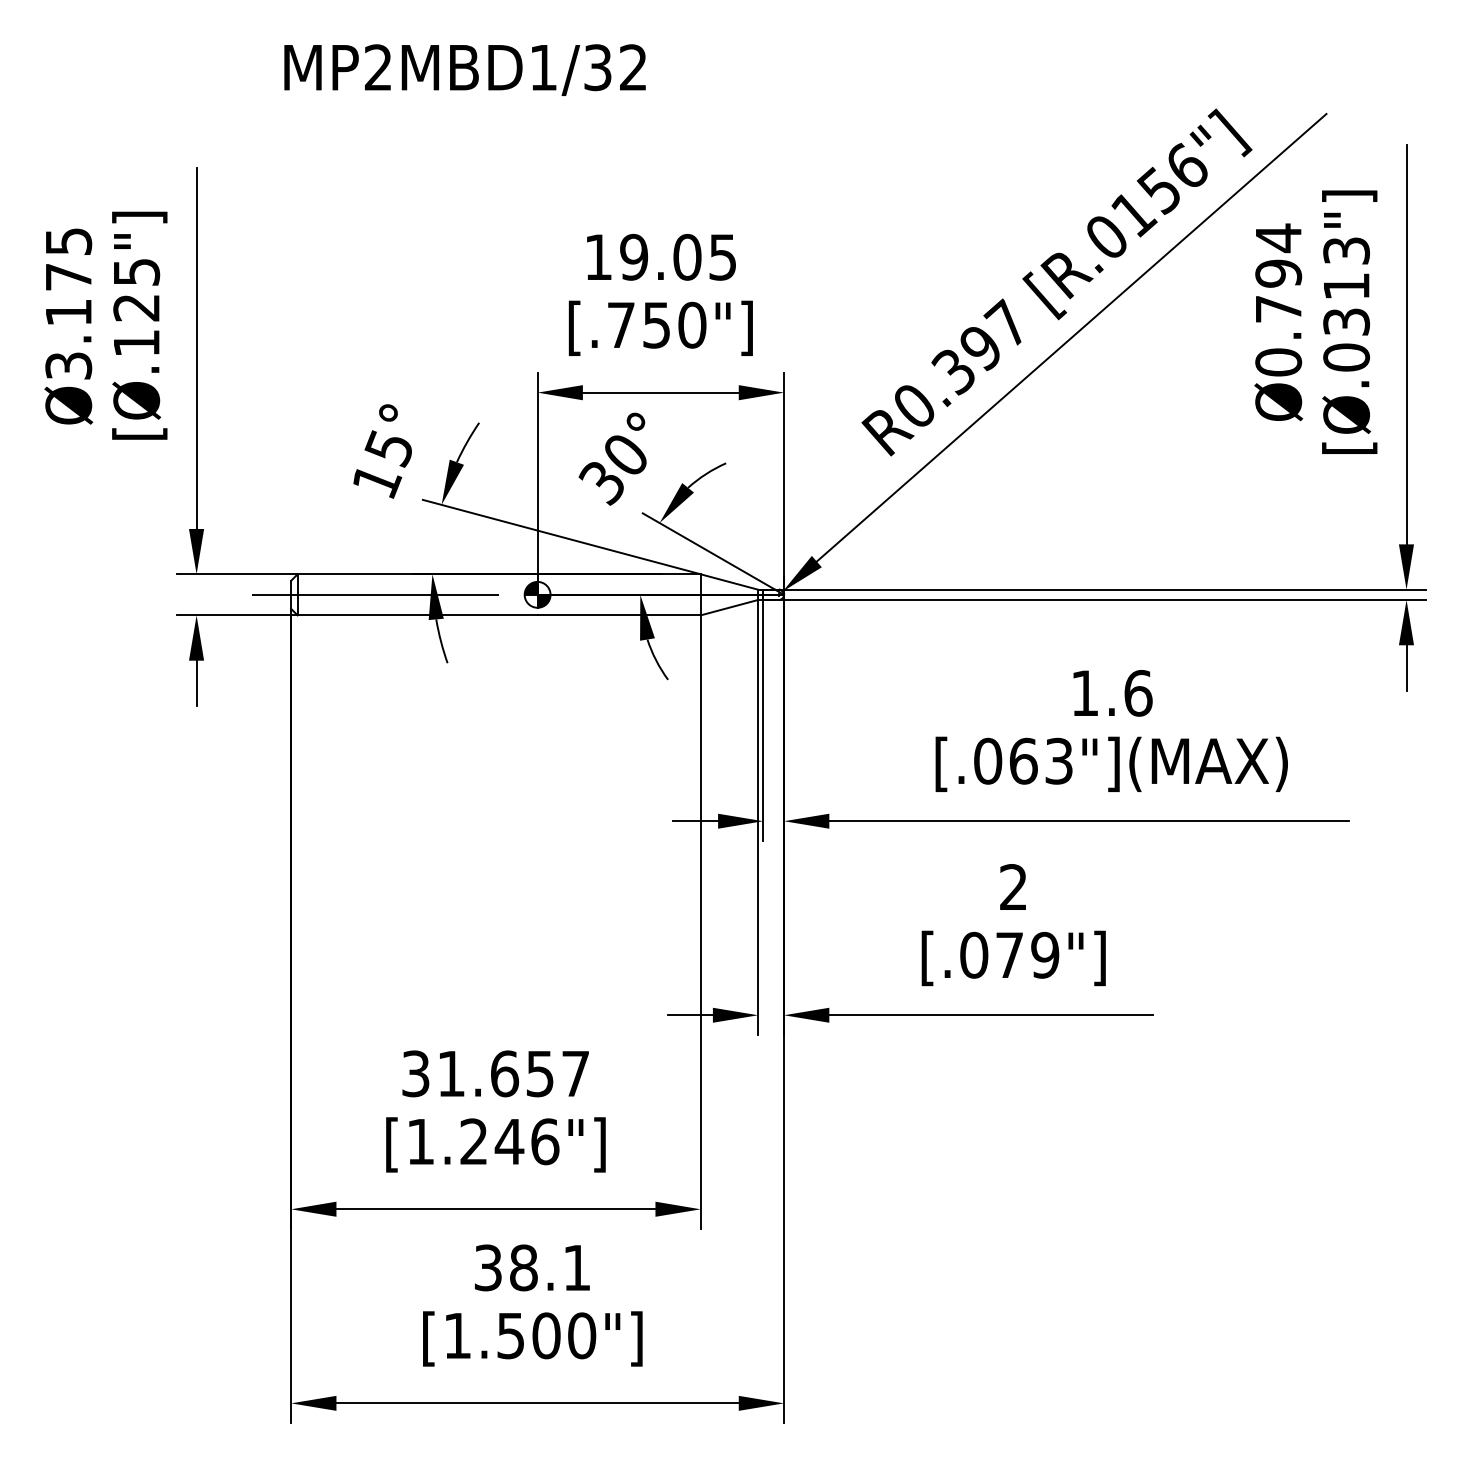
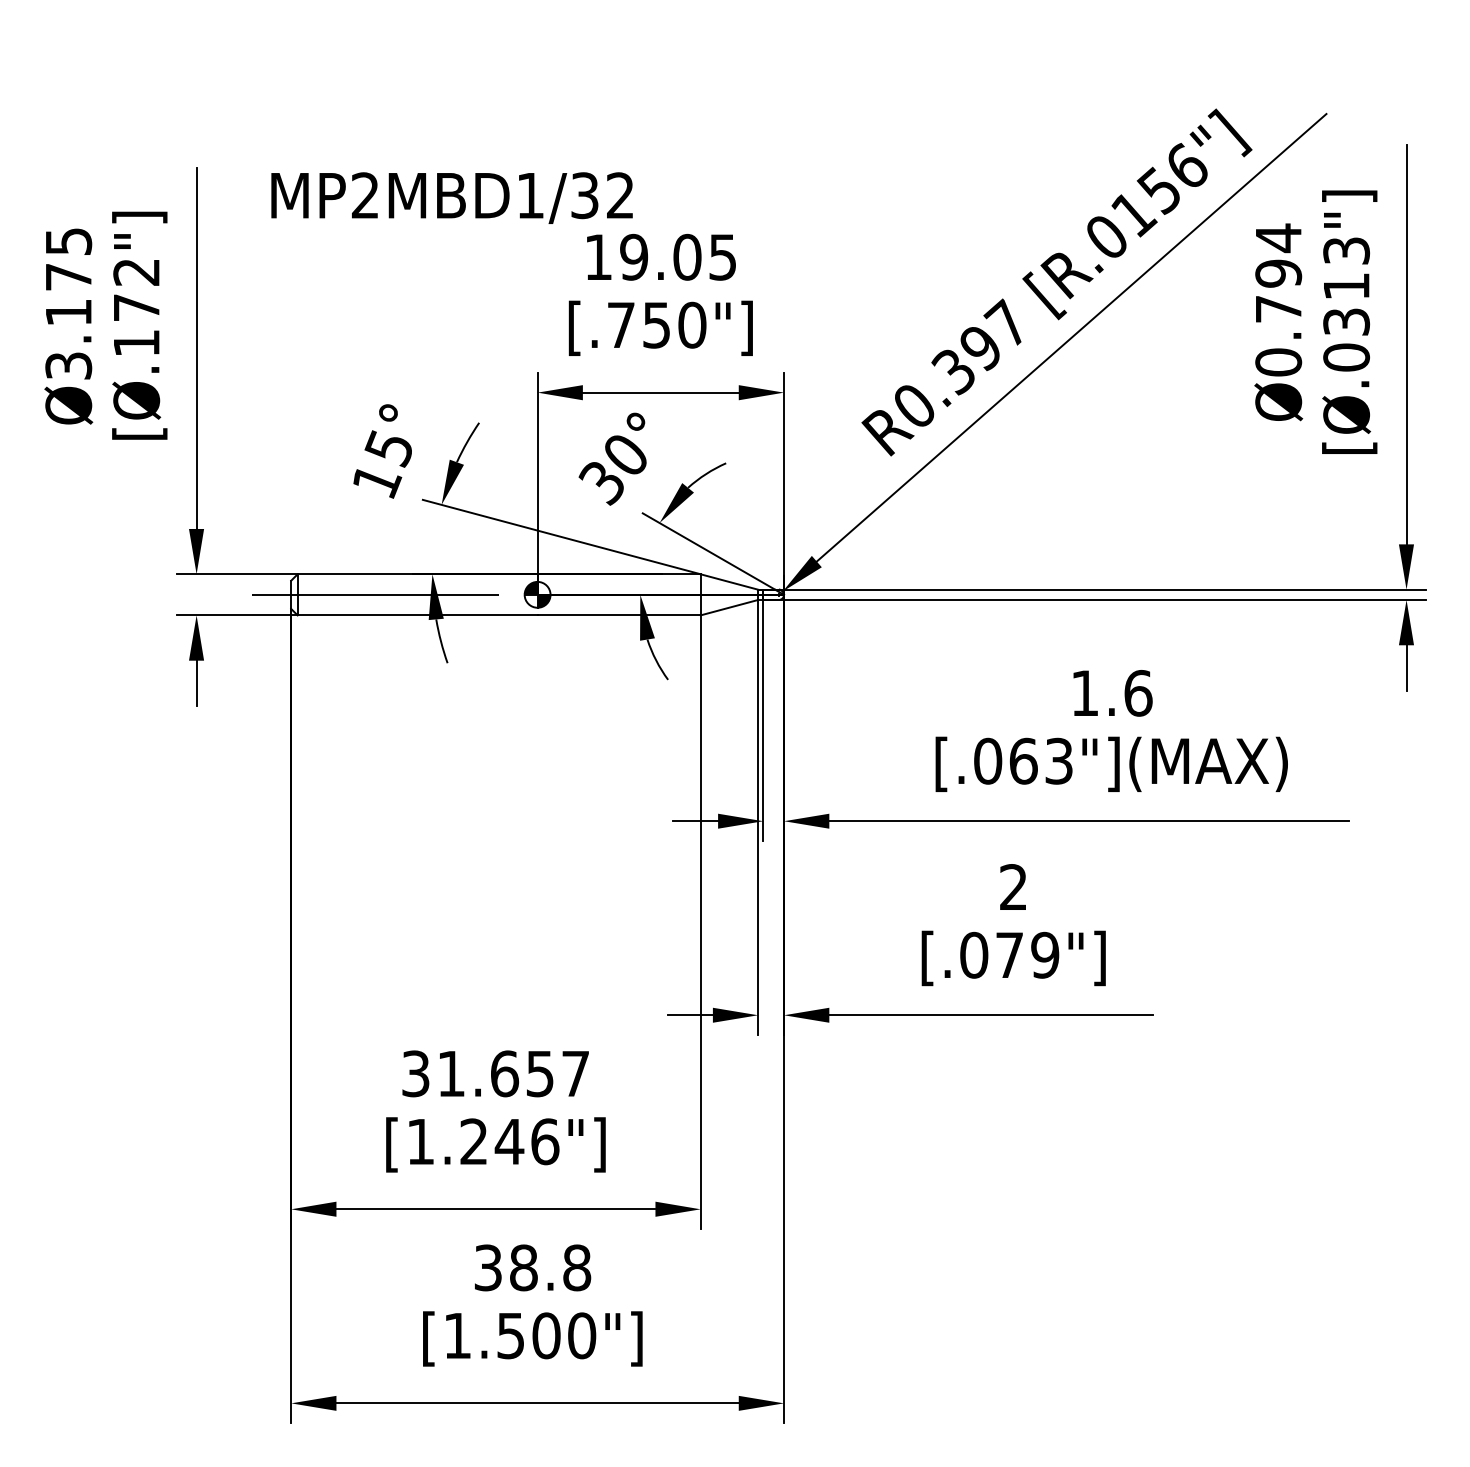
text at (464, 69) position: (464, 69) -> (451, 197)
text at (136, 290): [Ø.125"] -> [Ø.172"]
text at (577, 1267): 38.1 -> 38.8
